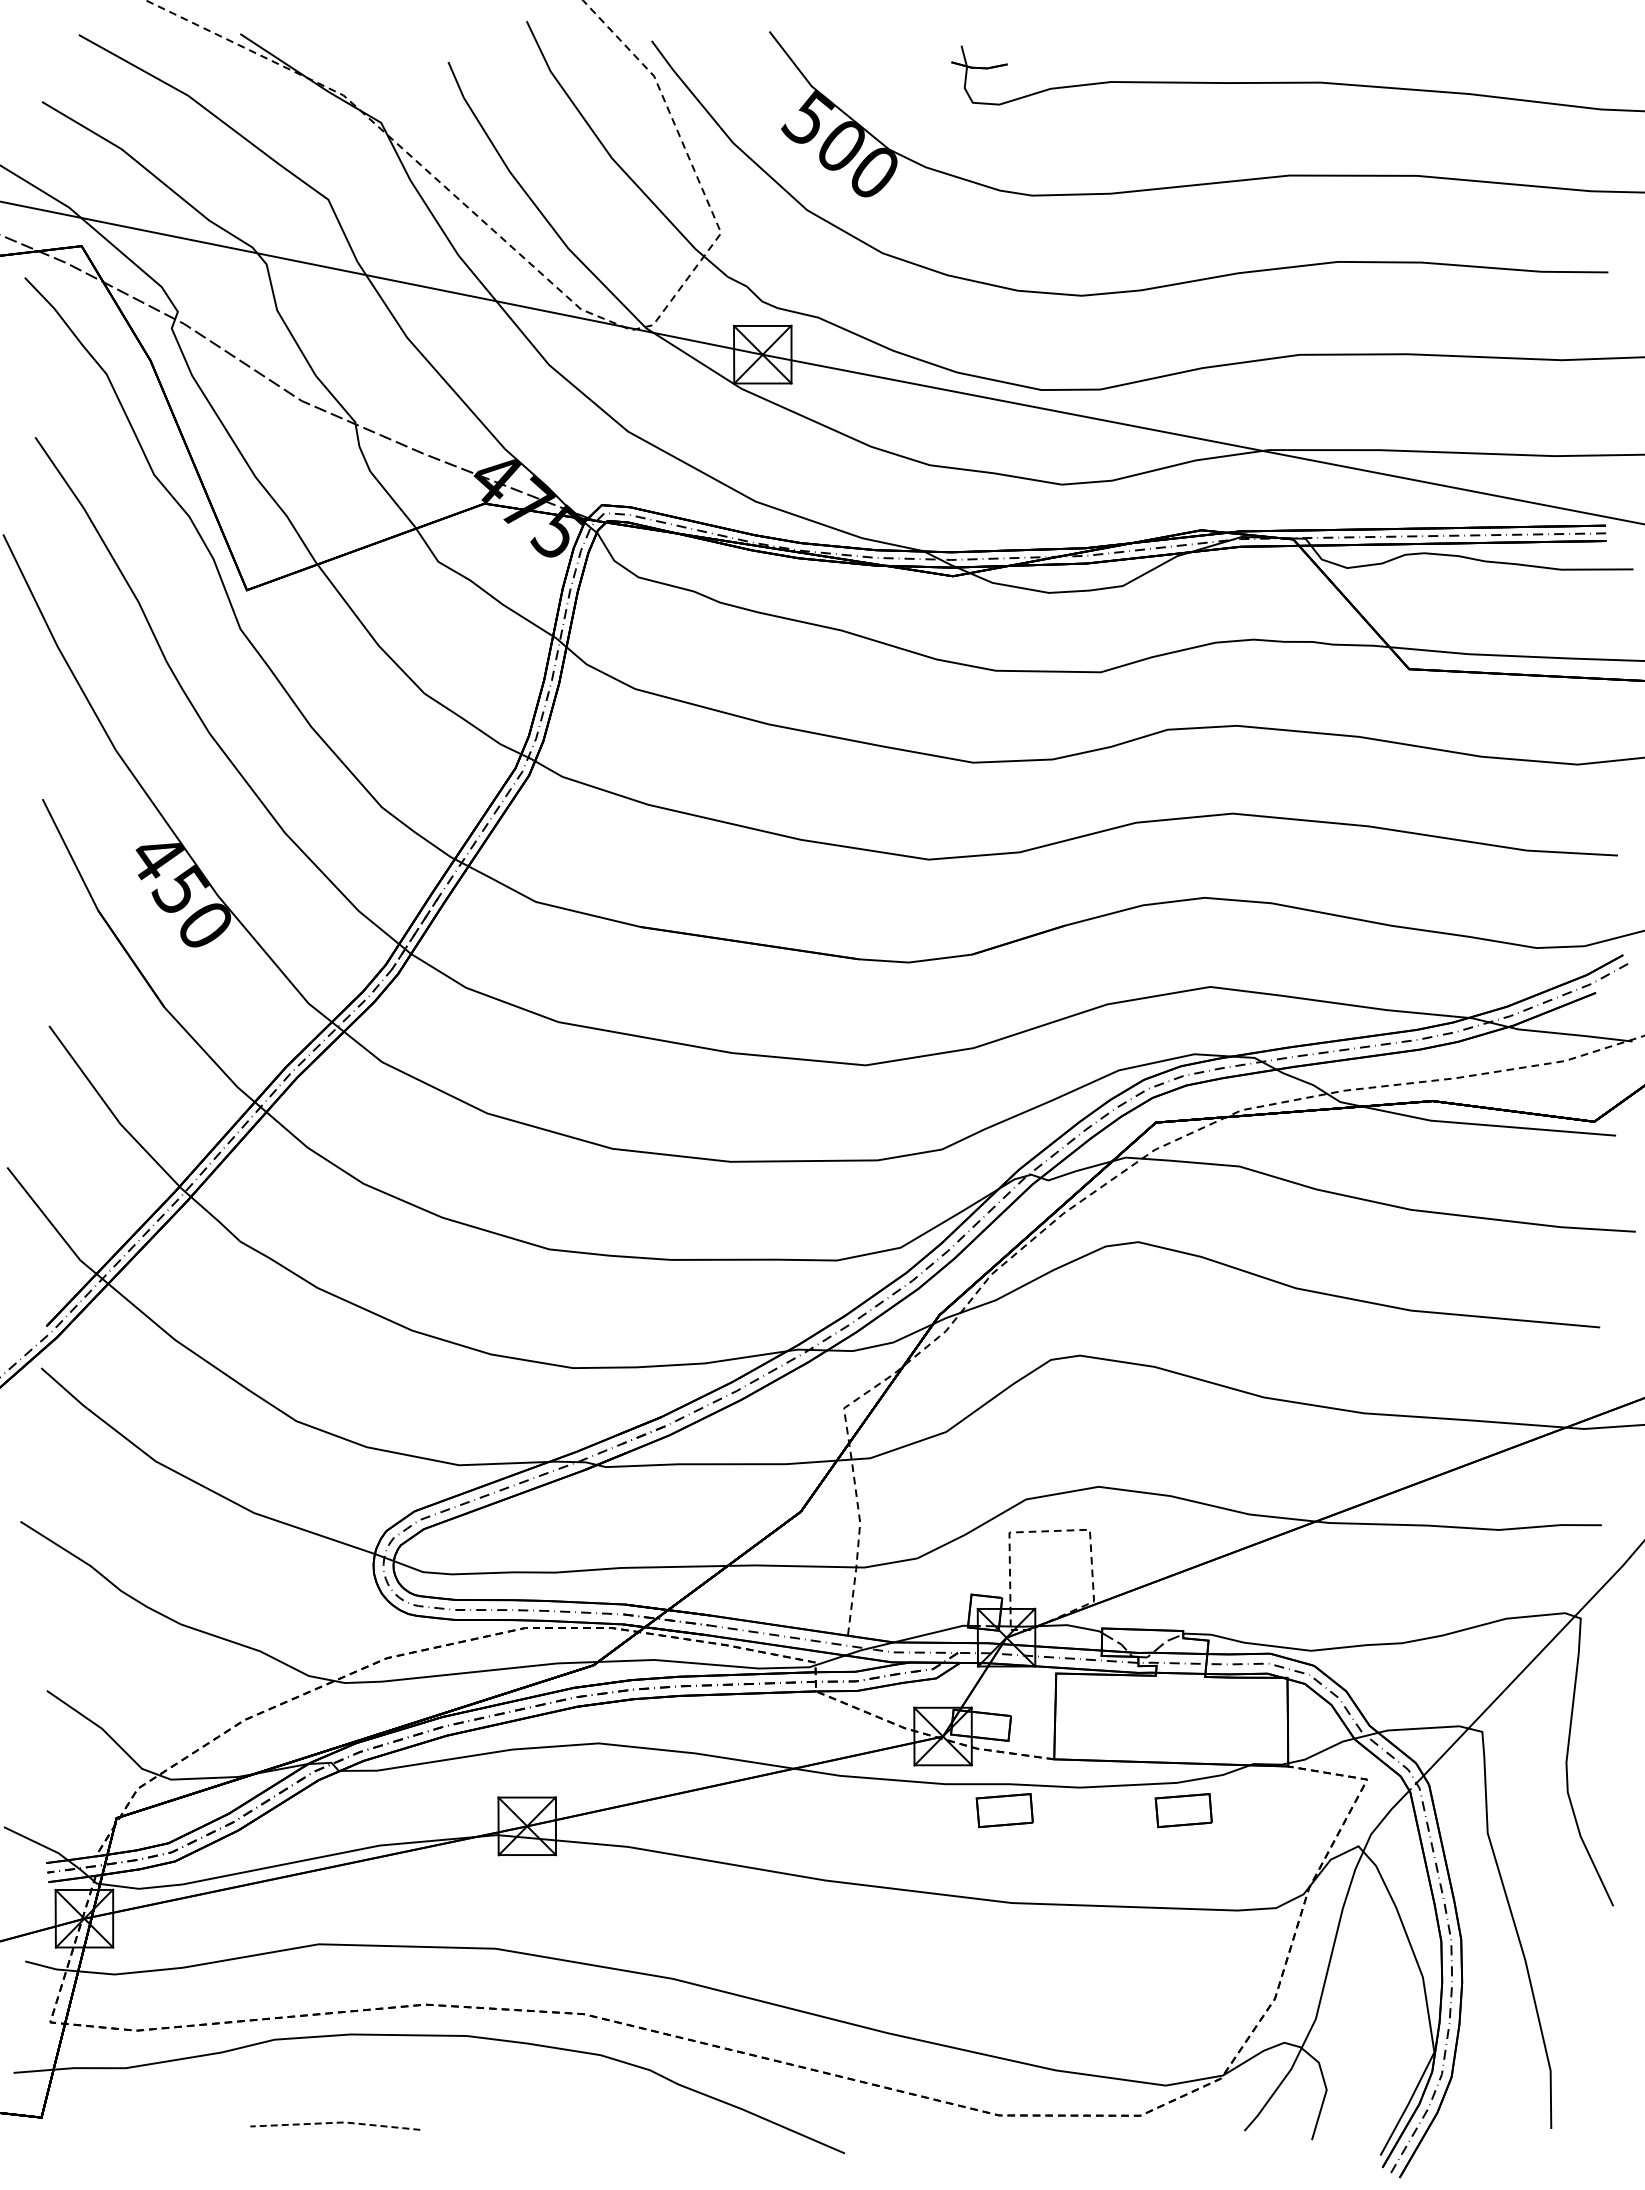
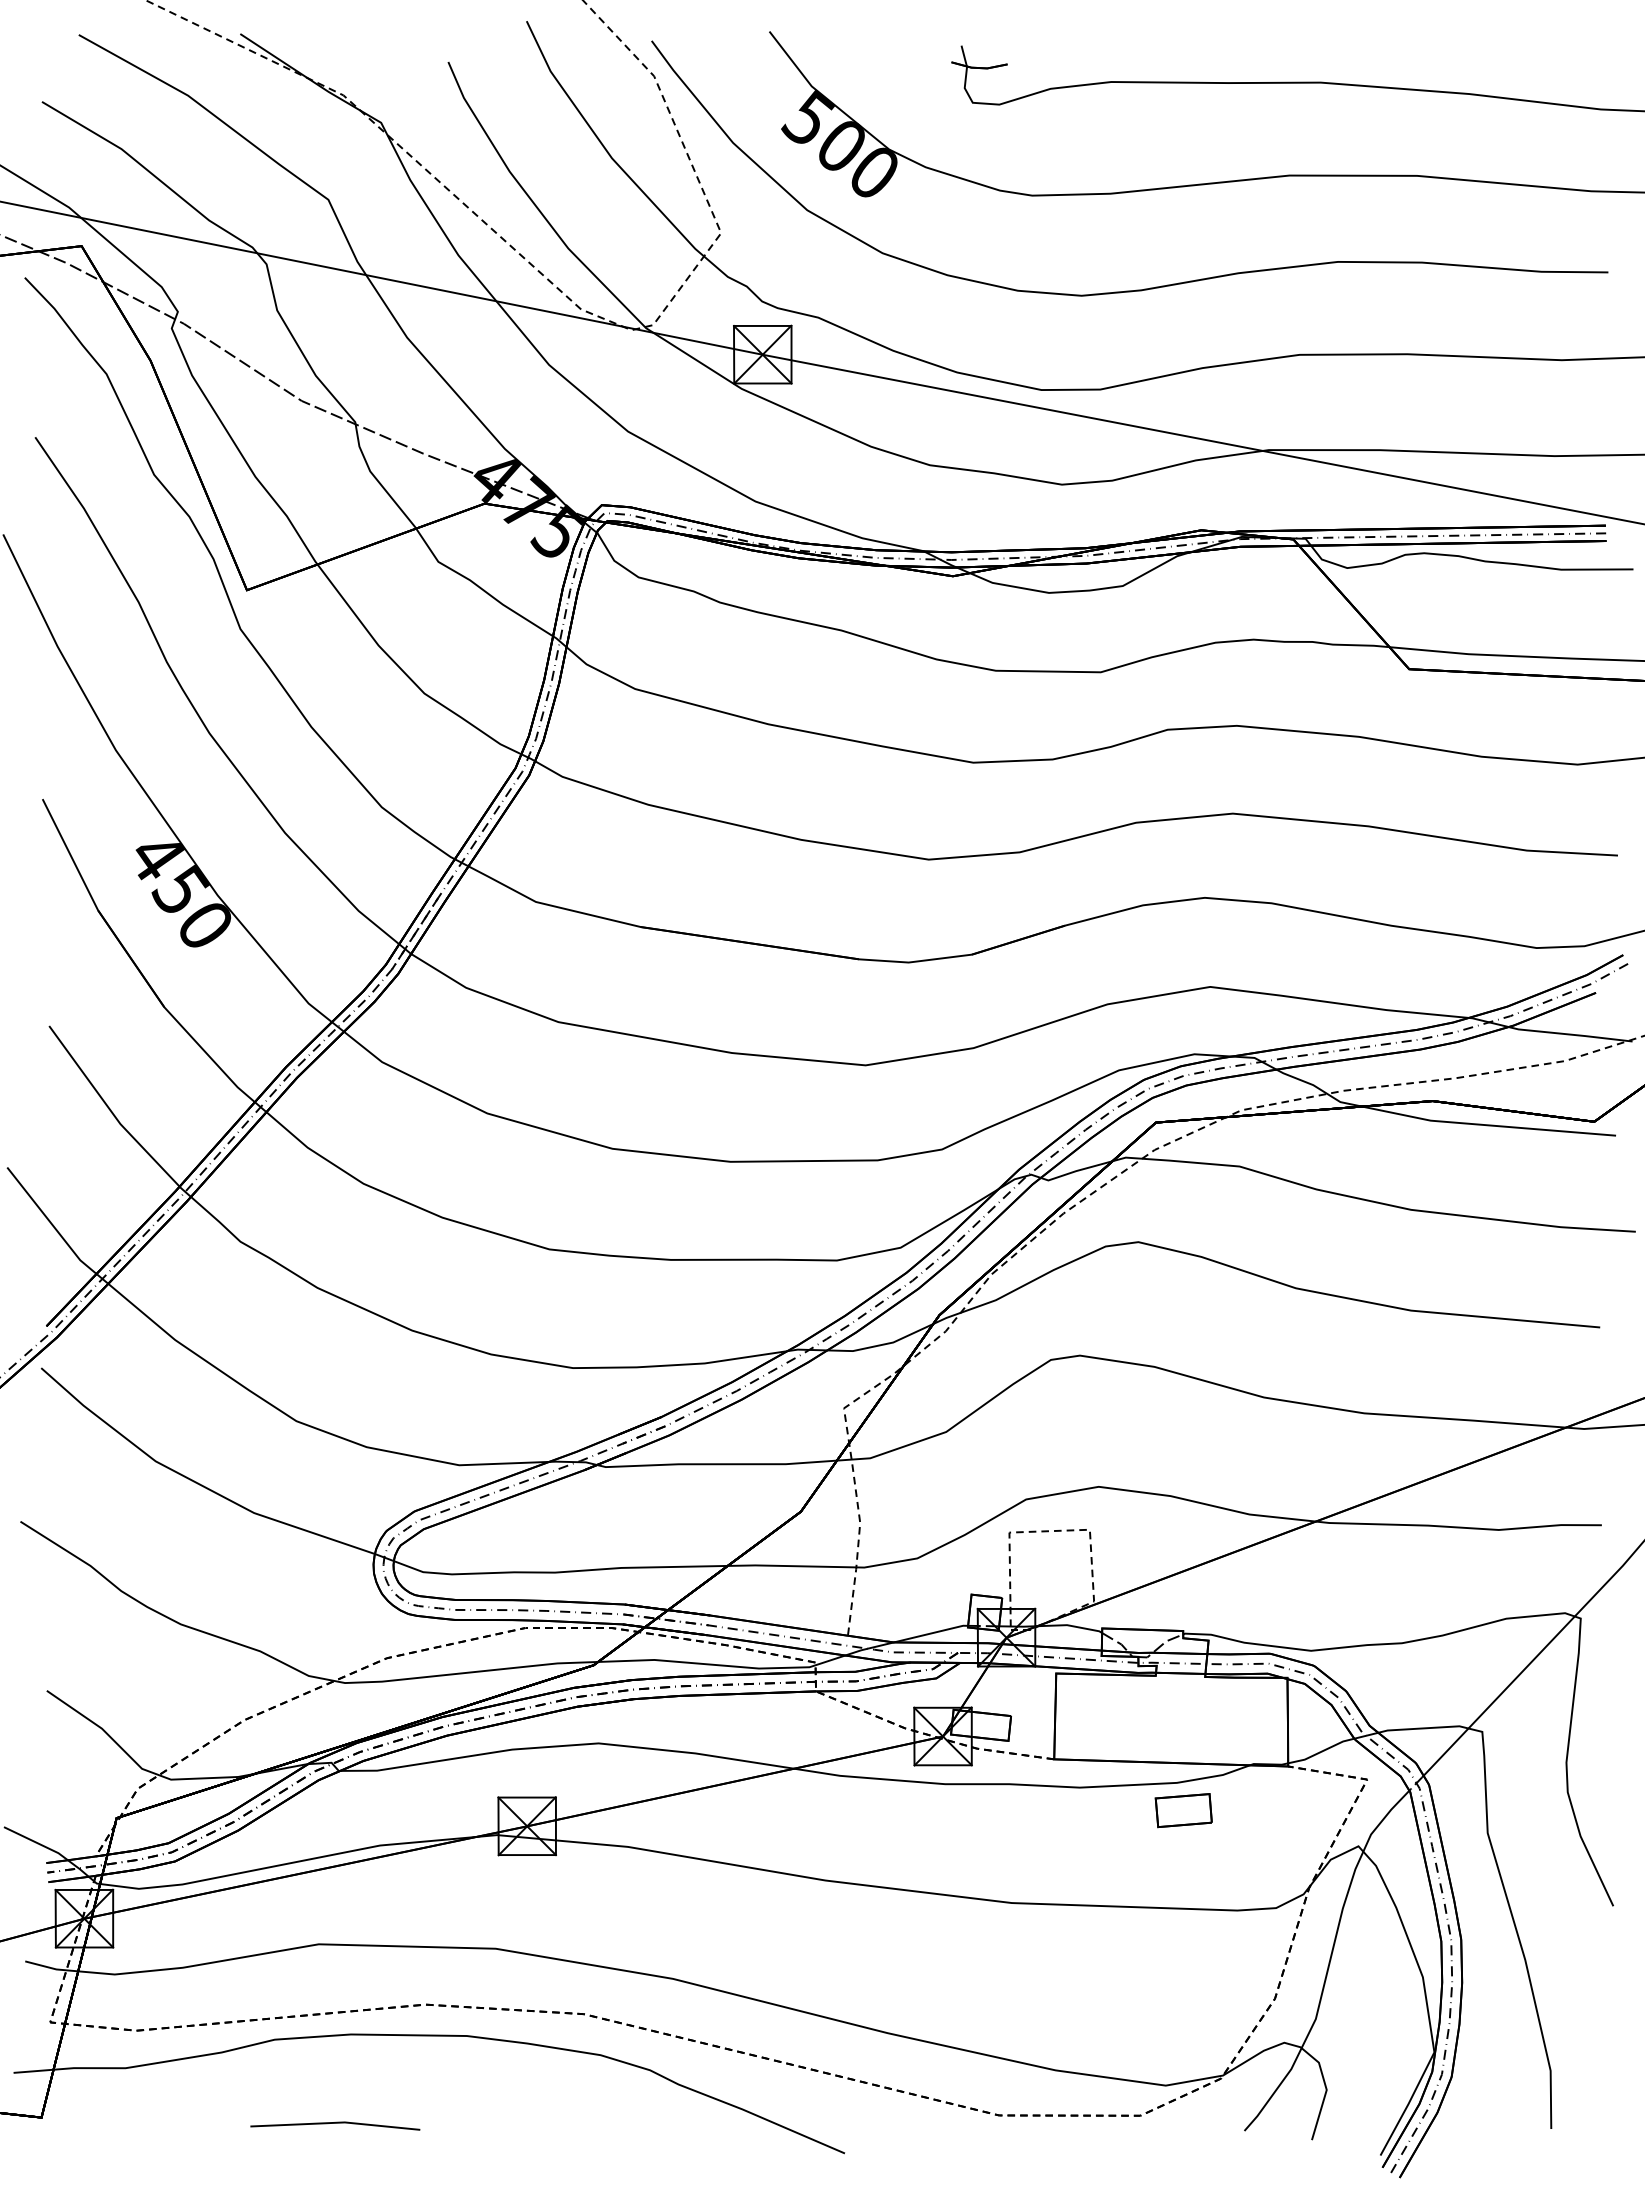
part at (1004, 1810): present -> none
line at (335, 2122): dashed -> solid
